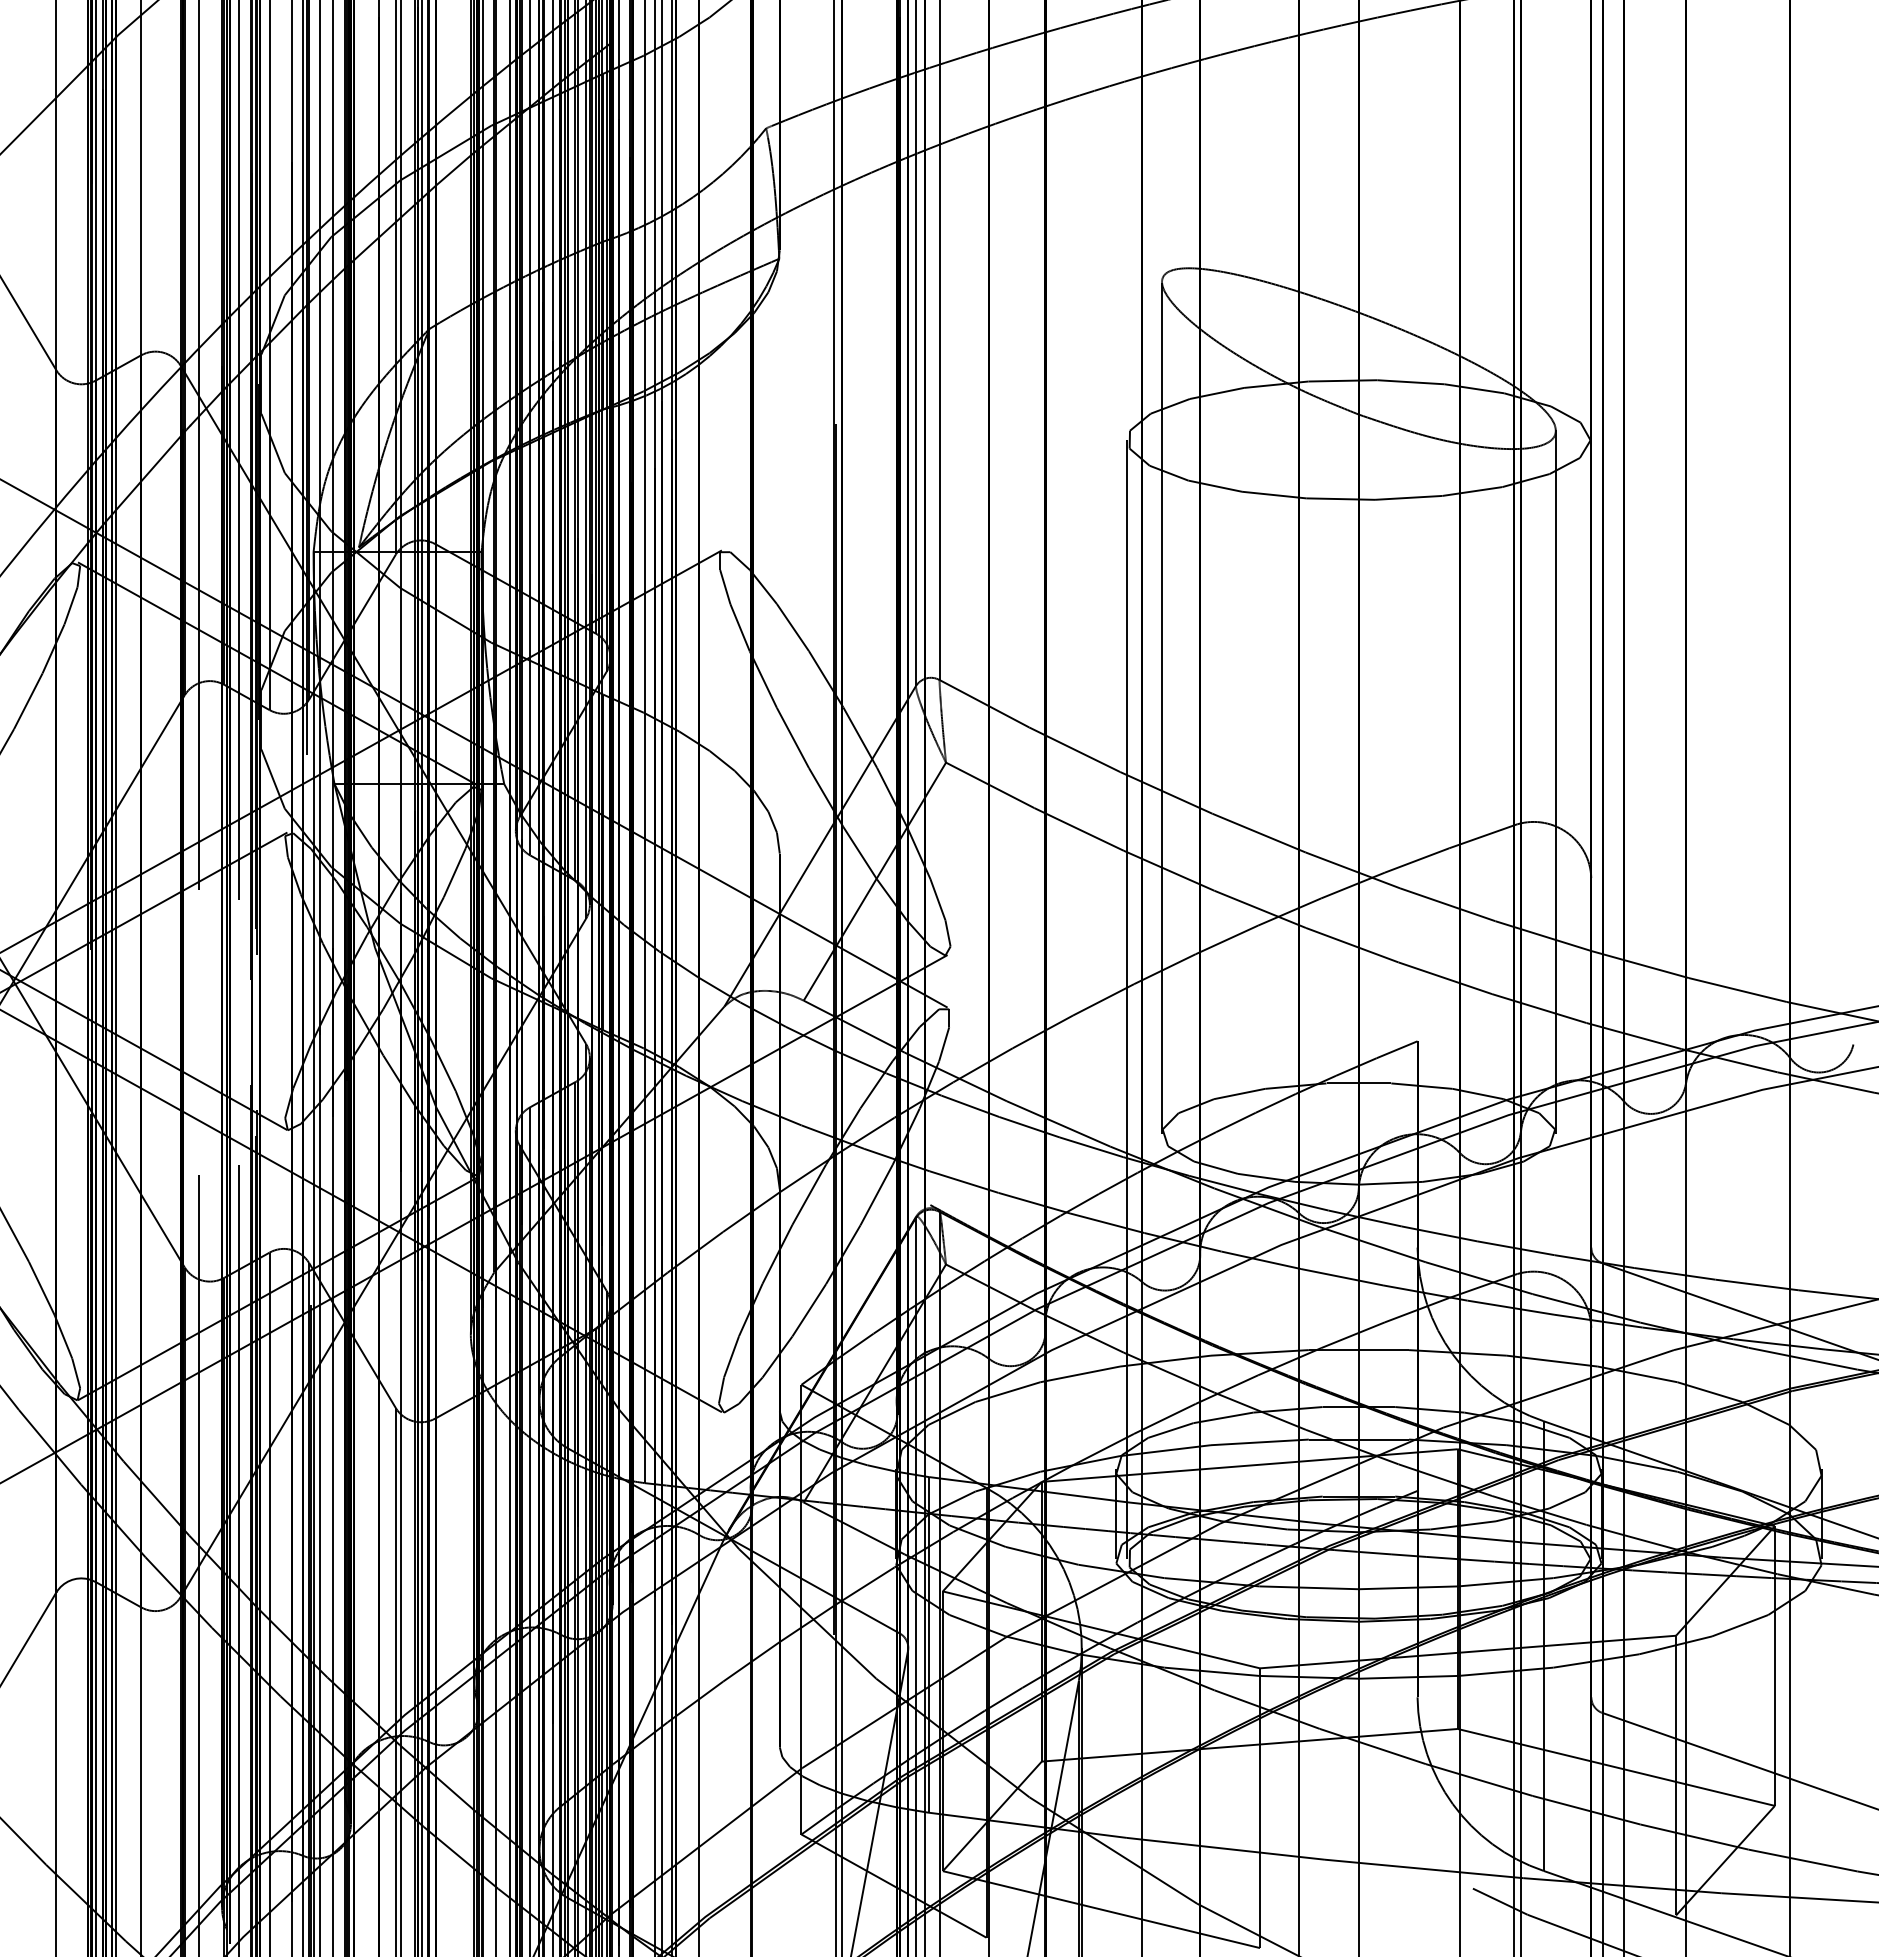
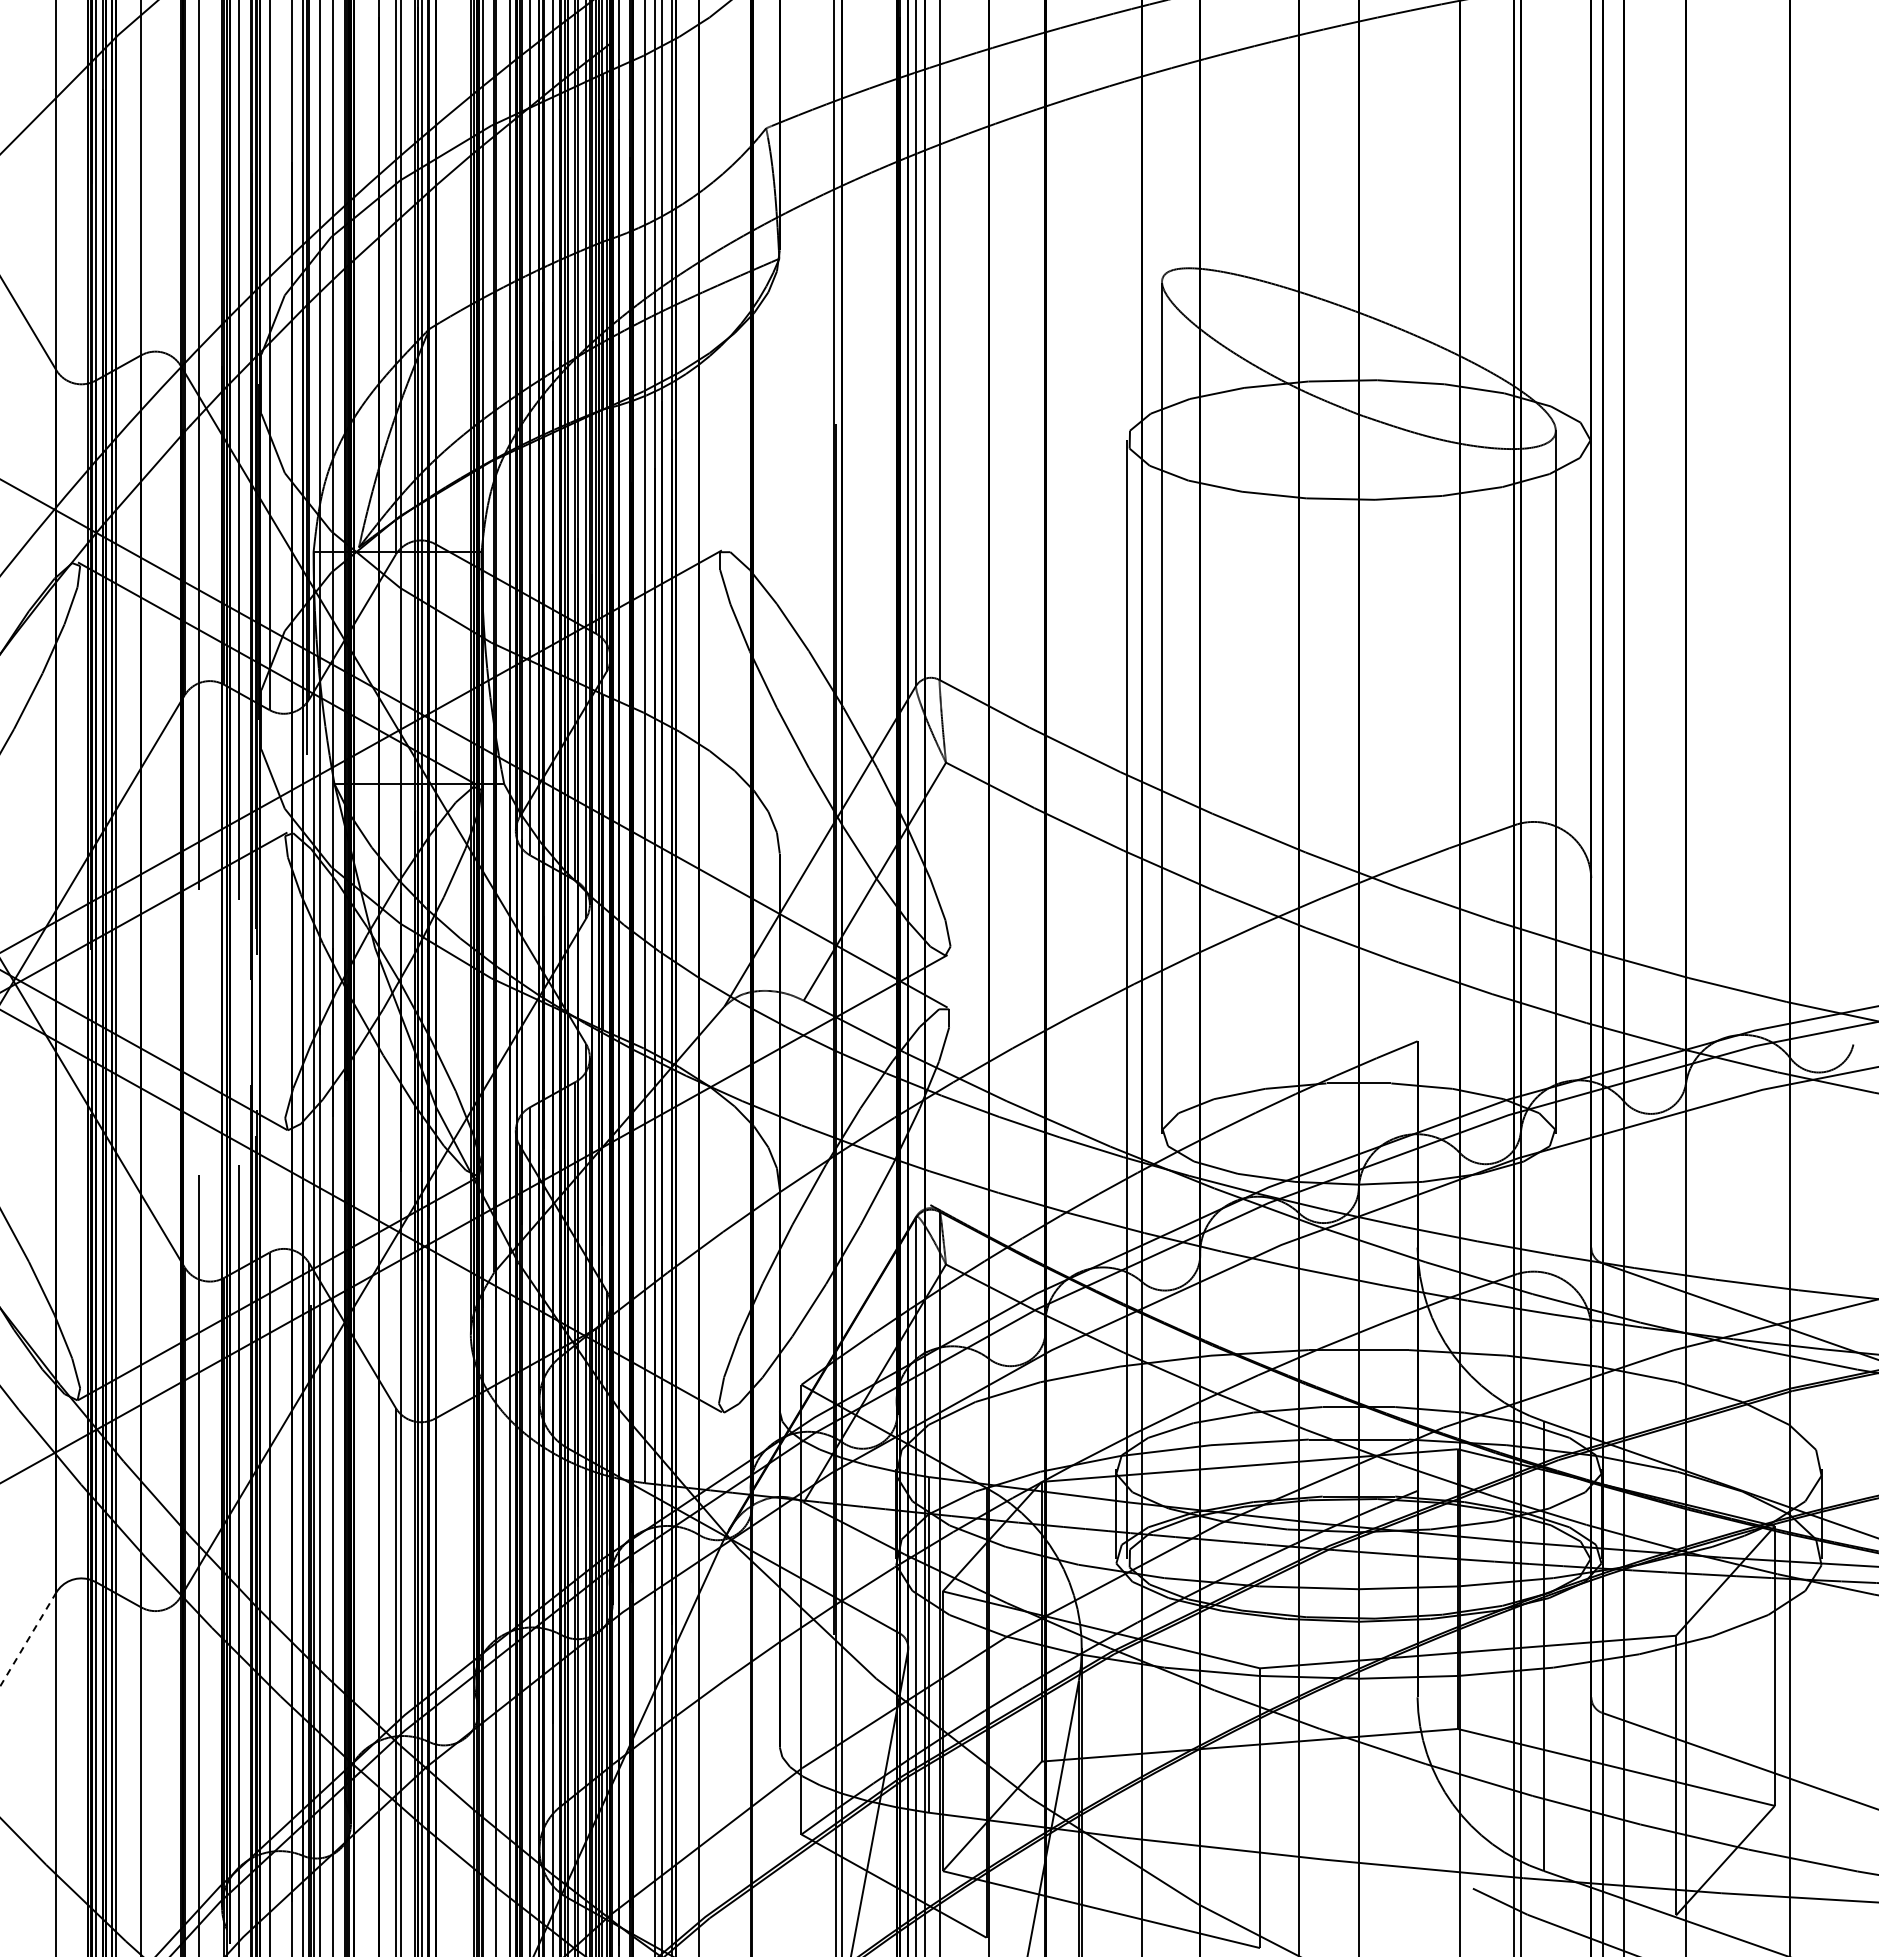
line at (28, 1639): solid -> dashed
